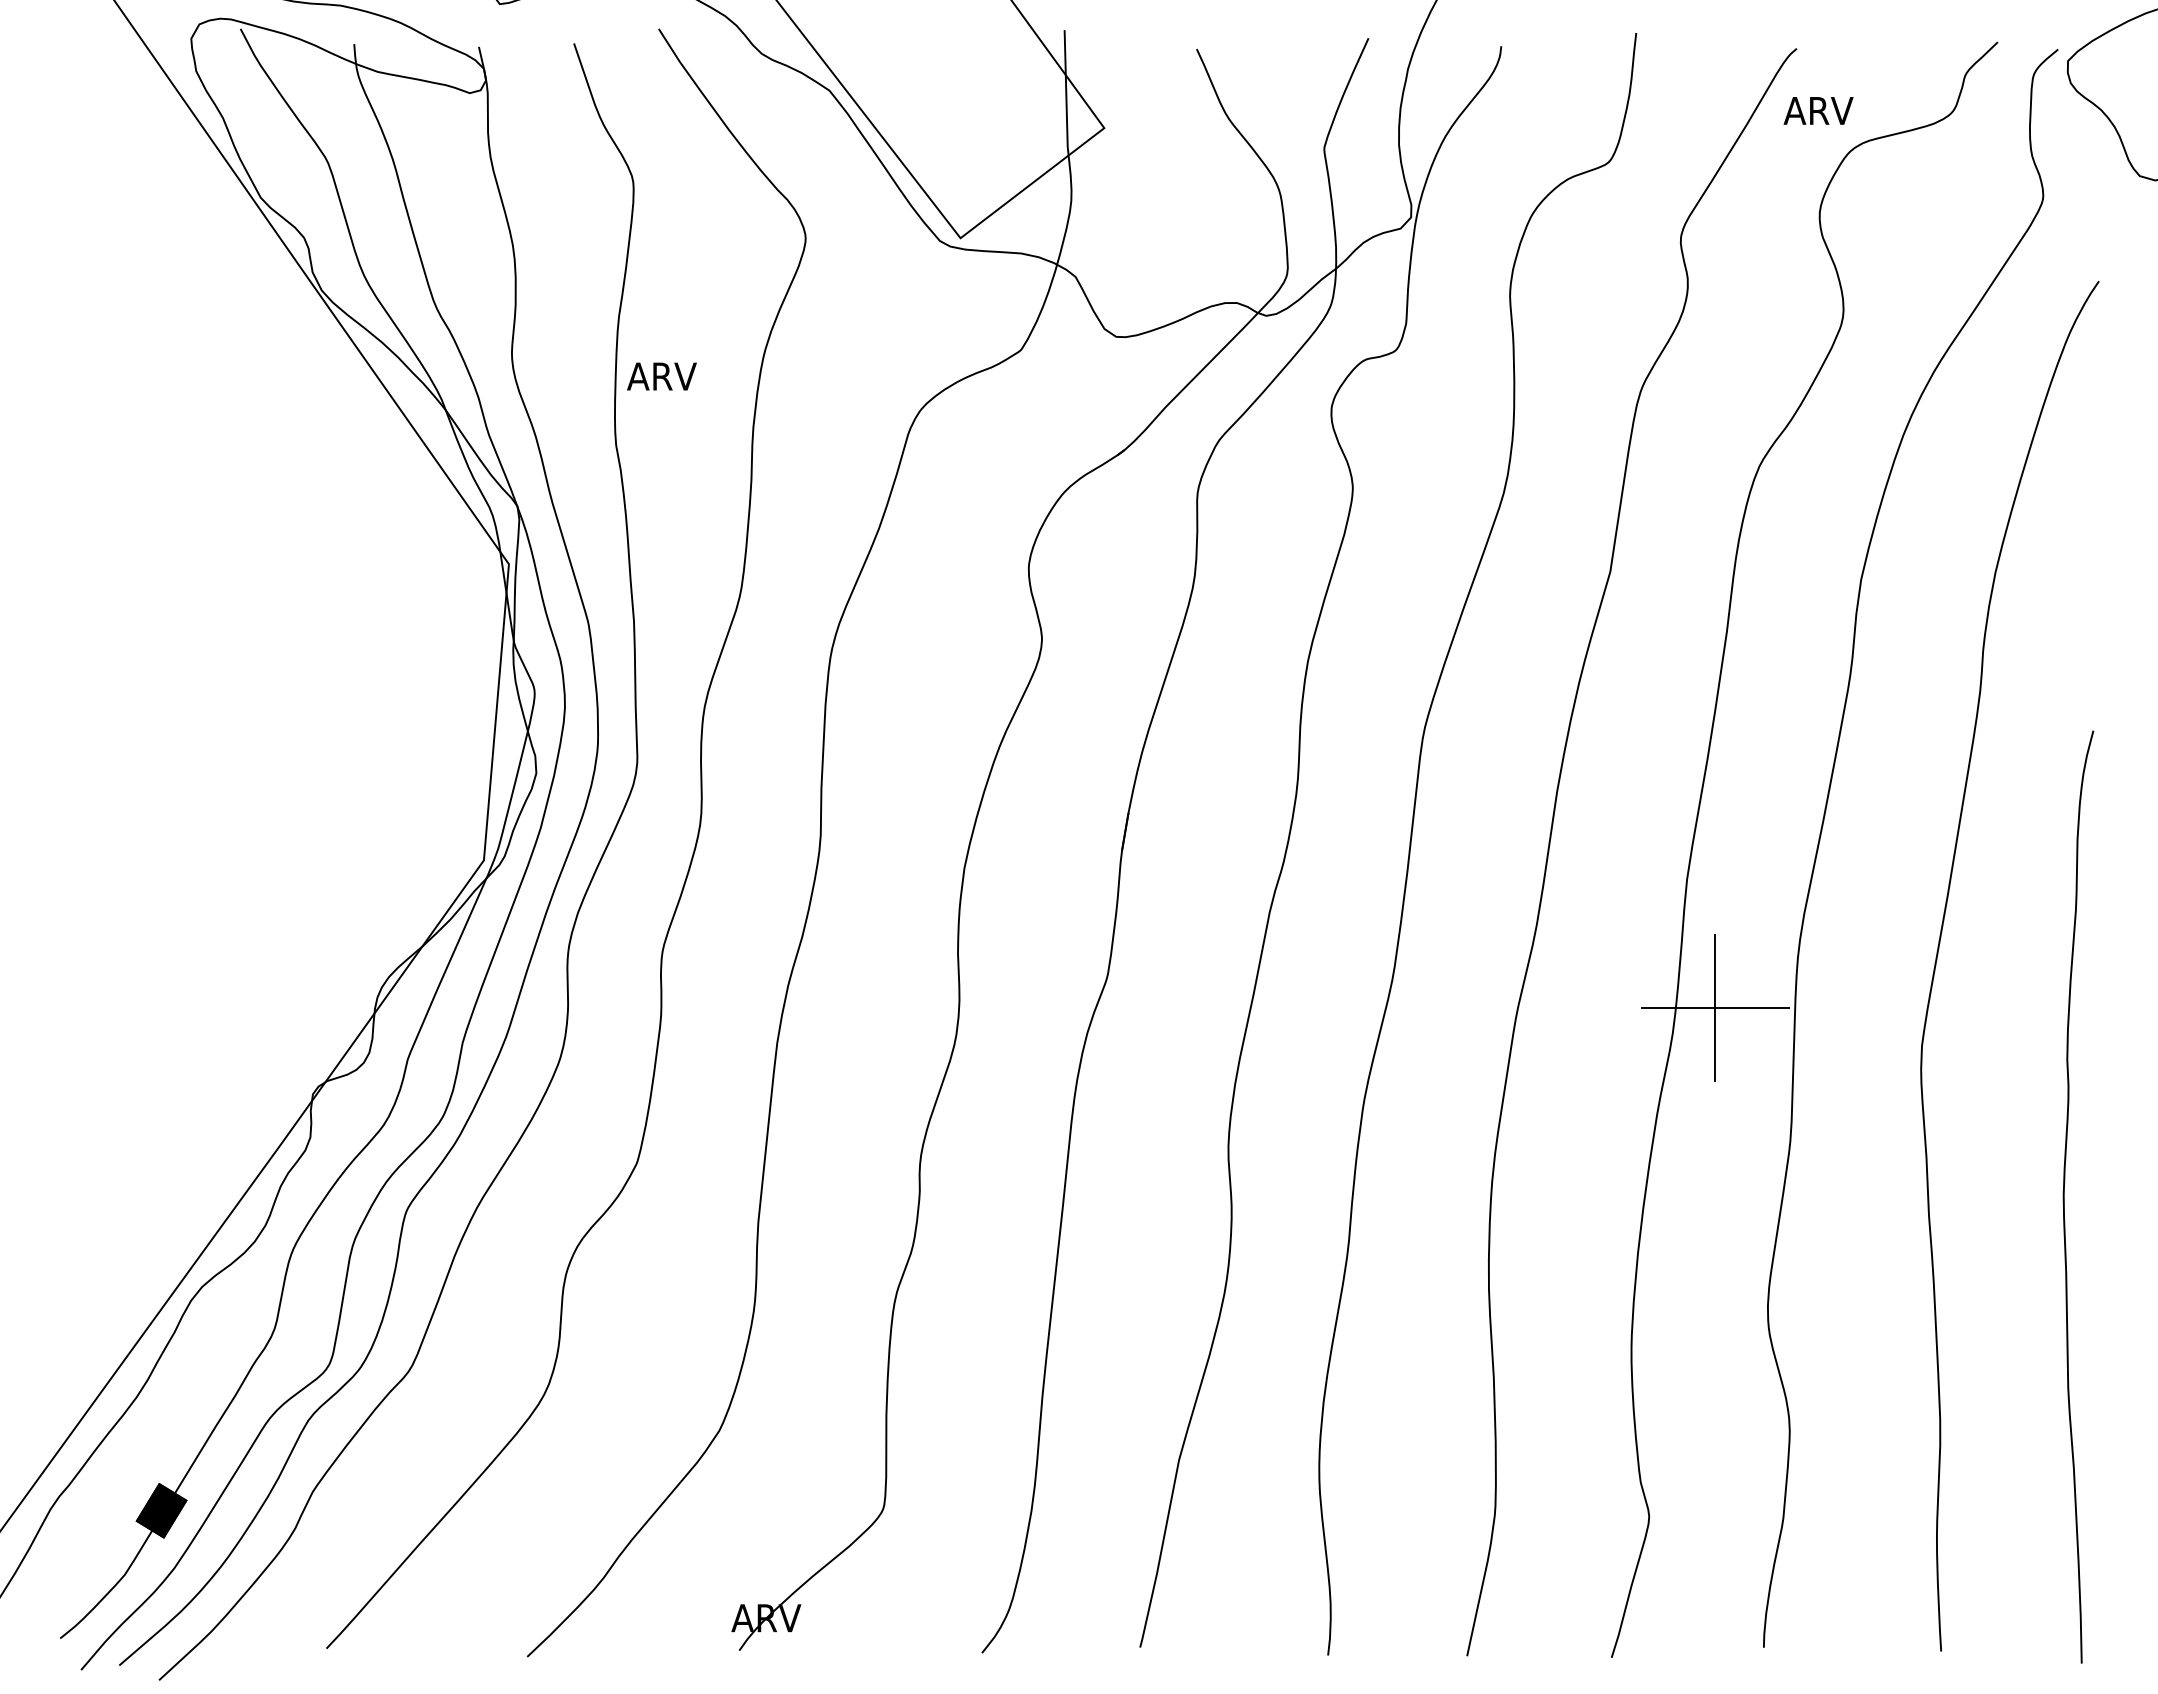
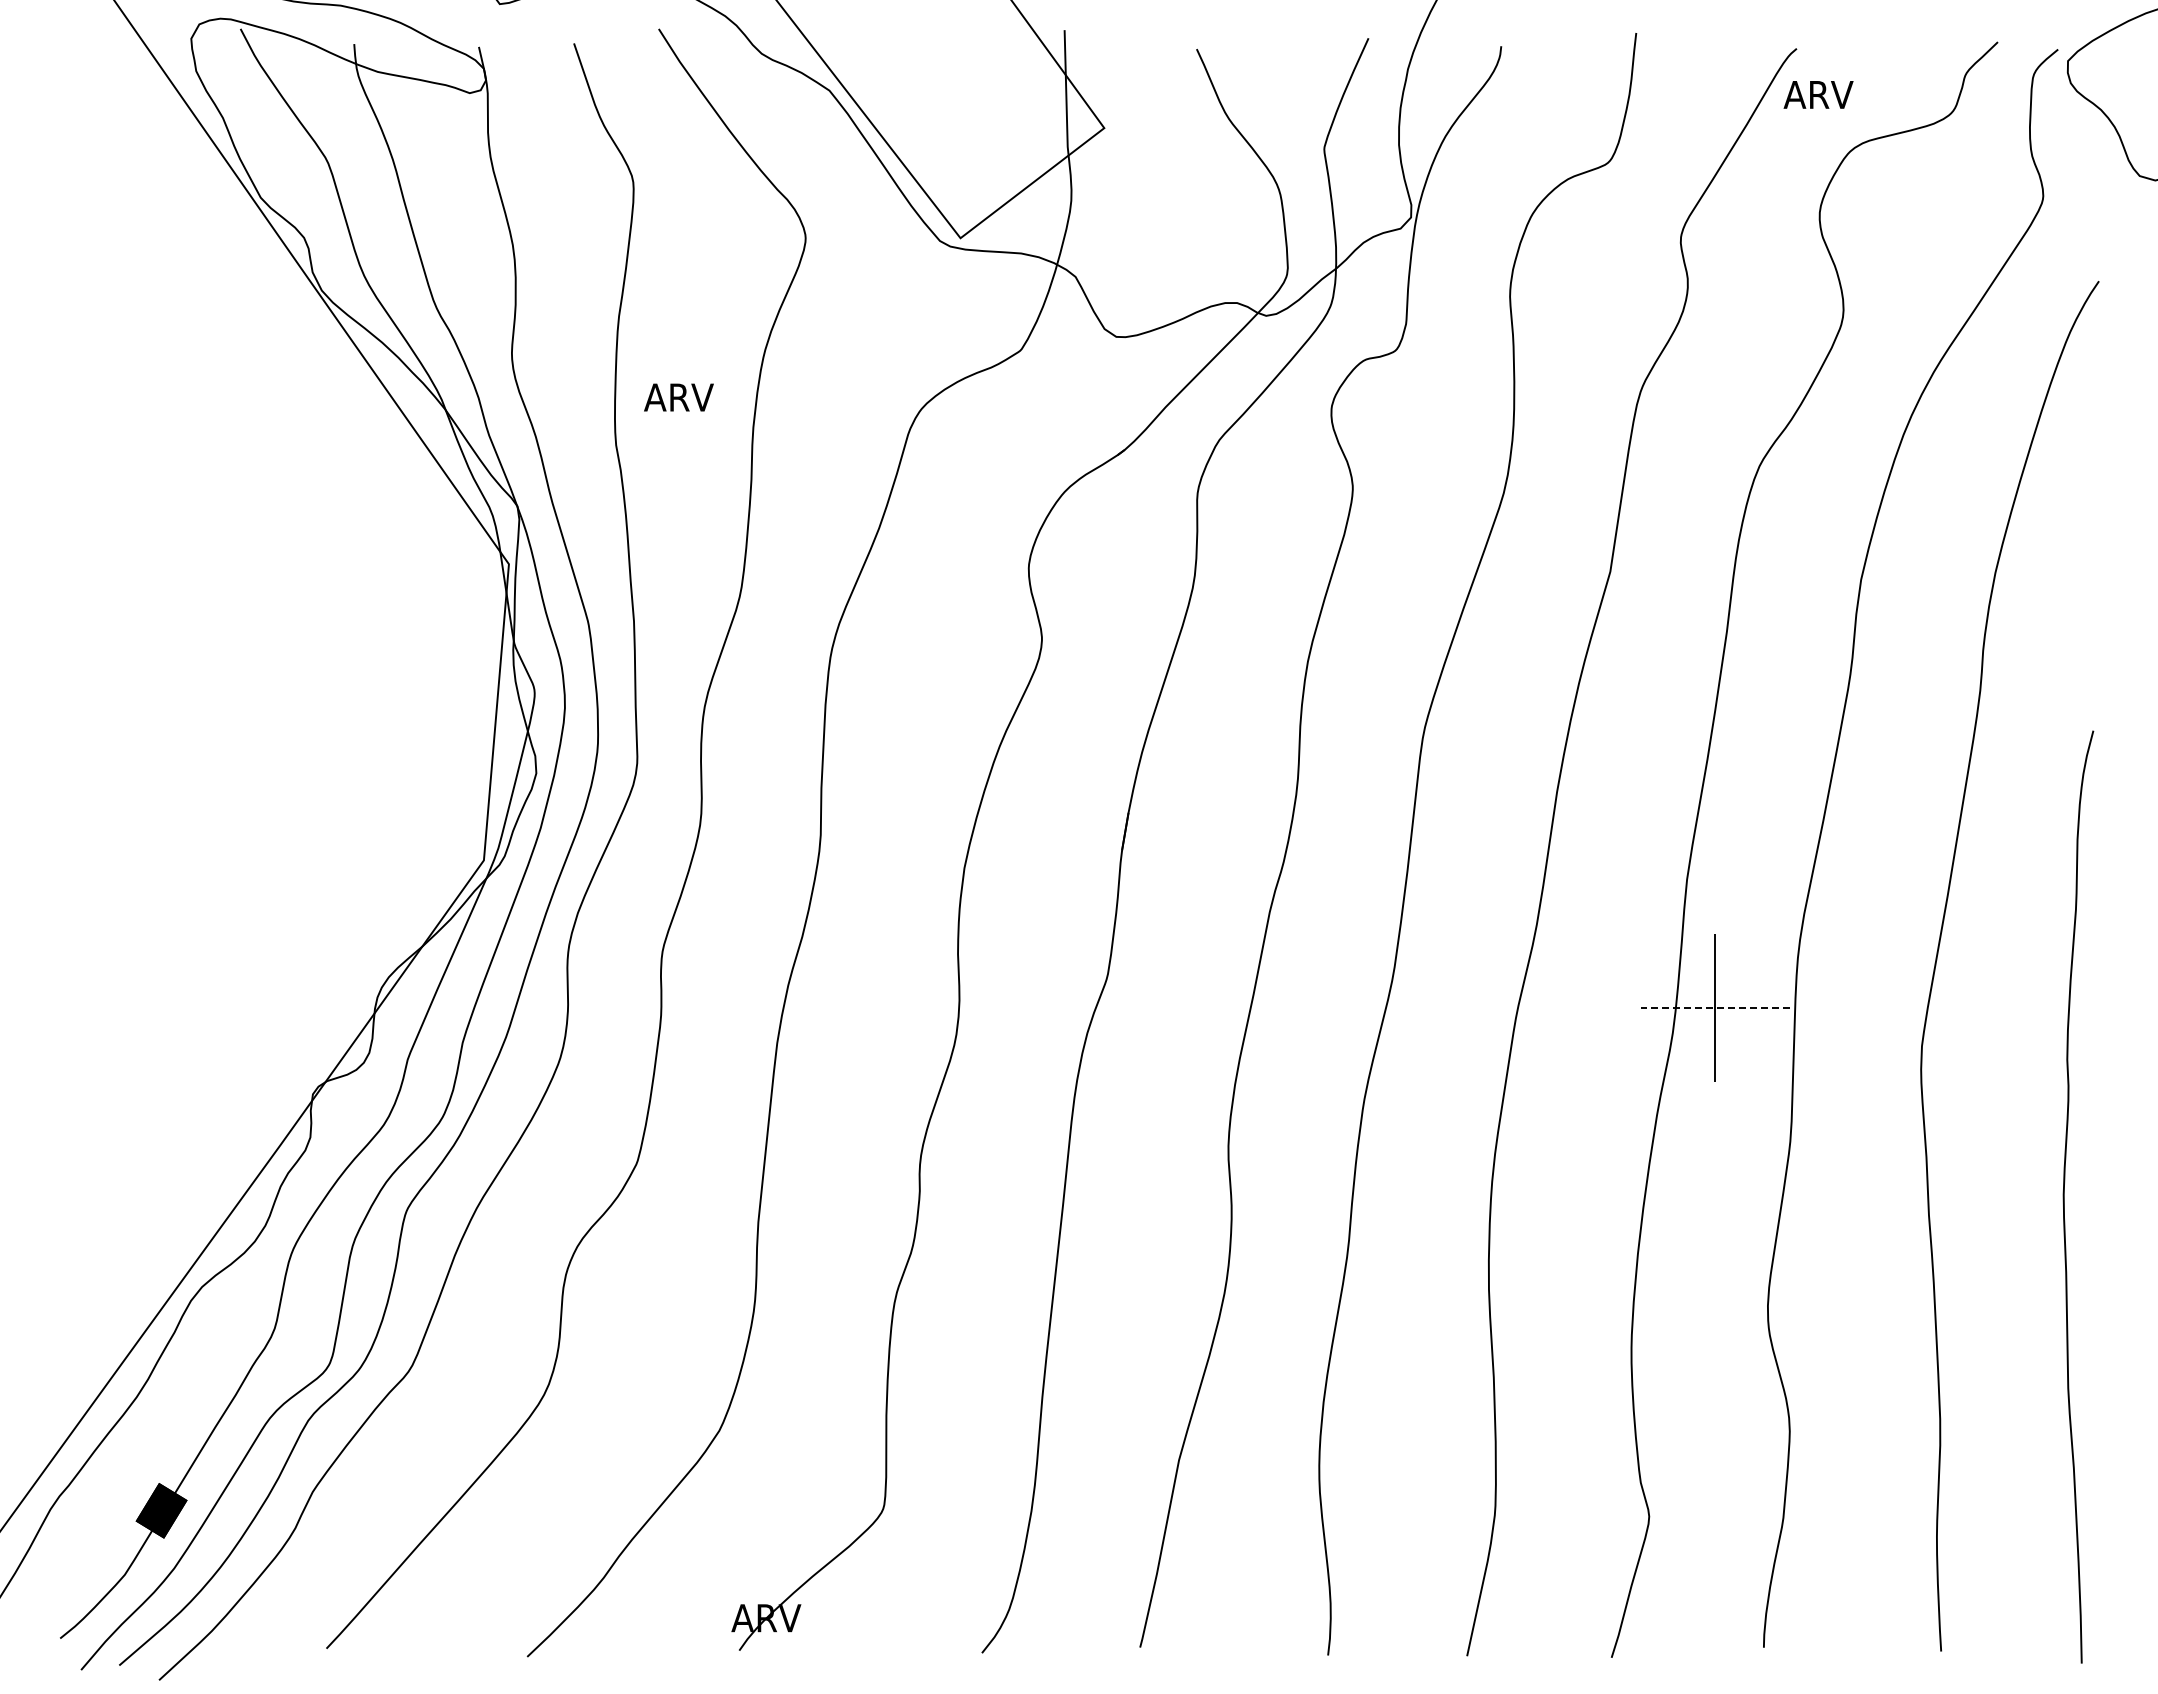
text at (1818, 110) position: (1818, 110) -> (1818, 94)
text at (661, 376) position: (661, 376) -> (678, 397)
line at (1714, 1007): solid -> dashed
